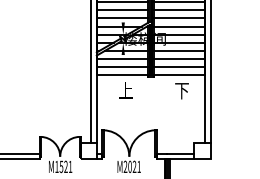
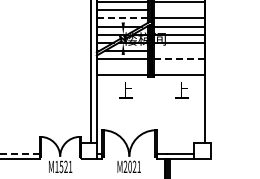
line at (179, 10): present -> none
line at (122, 18): solid -> dashed
line at (179, 50): present -> none
line at (179, 59): solid -> dashed
line at (122, 67): present -> none
line at (179, 67): present -> none
line at (210, 72): present -> none
text at (181, 90): 下 -> 上
line at (20, 154): solid -> dashed
